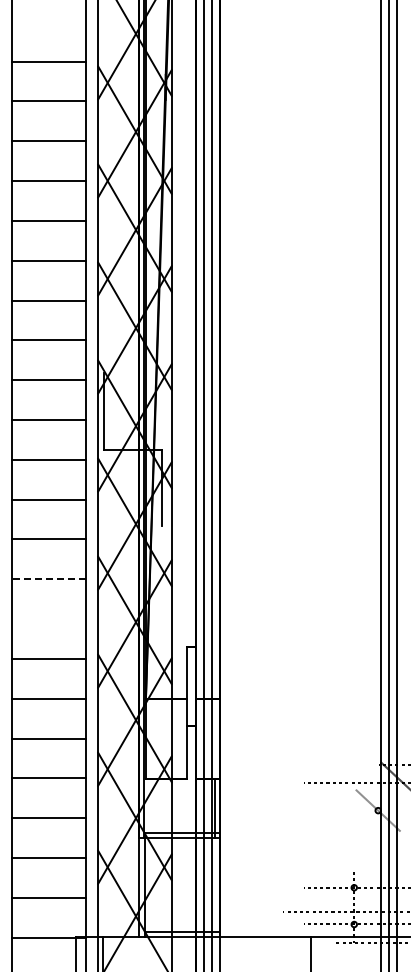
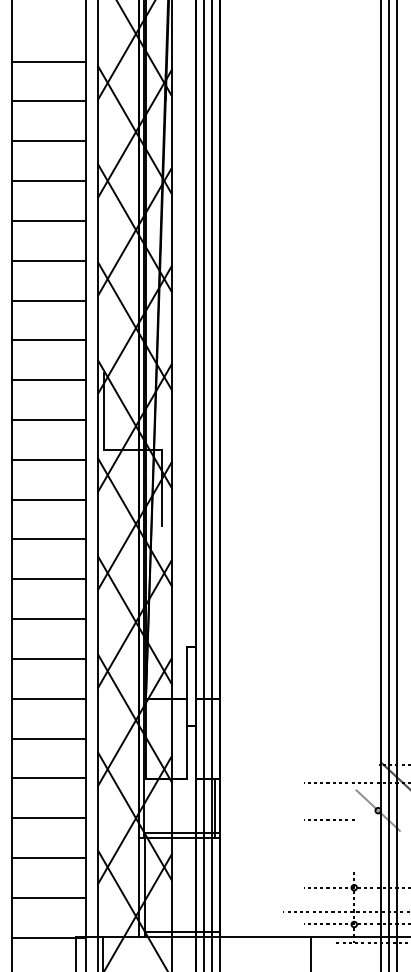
line at (49, 579): dashed -> solid
line at (48, 619): none -> present
line at (329, 819): none -> present
